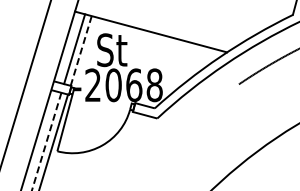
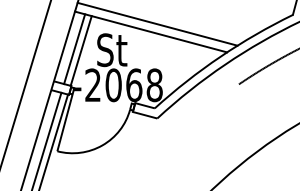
line at (157, 23): none -> present
line at (81, 51): dashed -> solid
line at (46, 142): dashed -> solid
